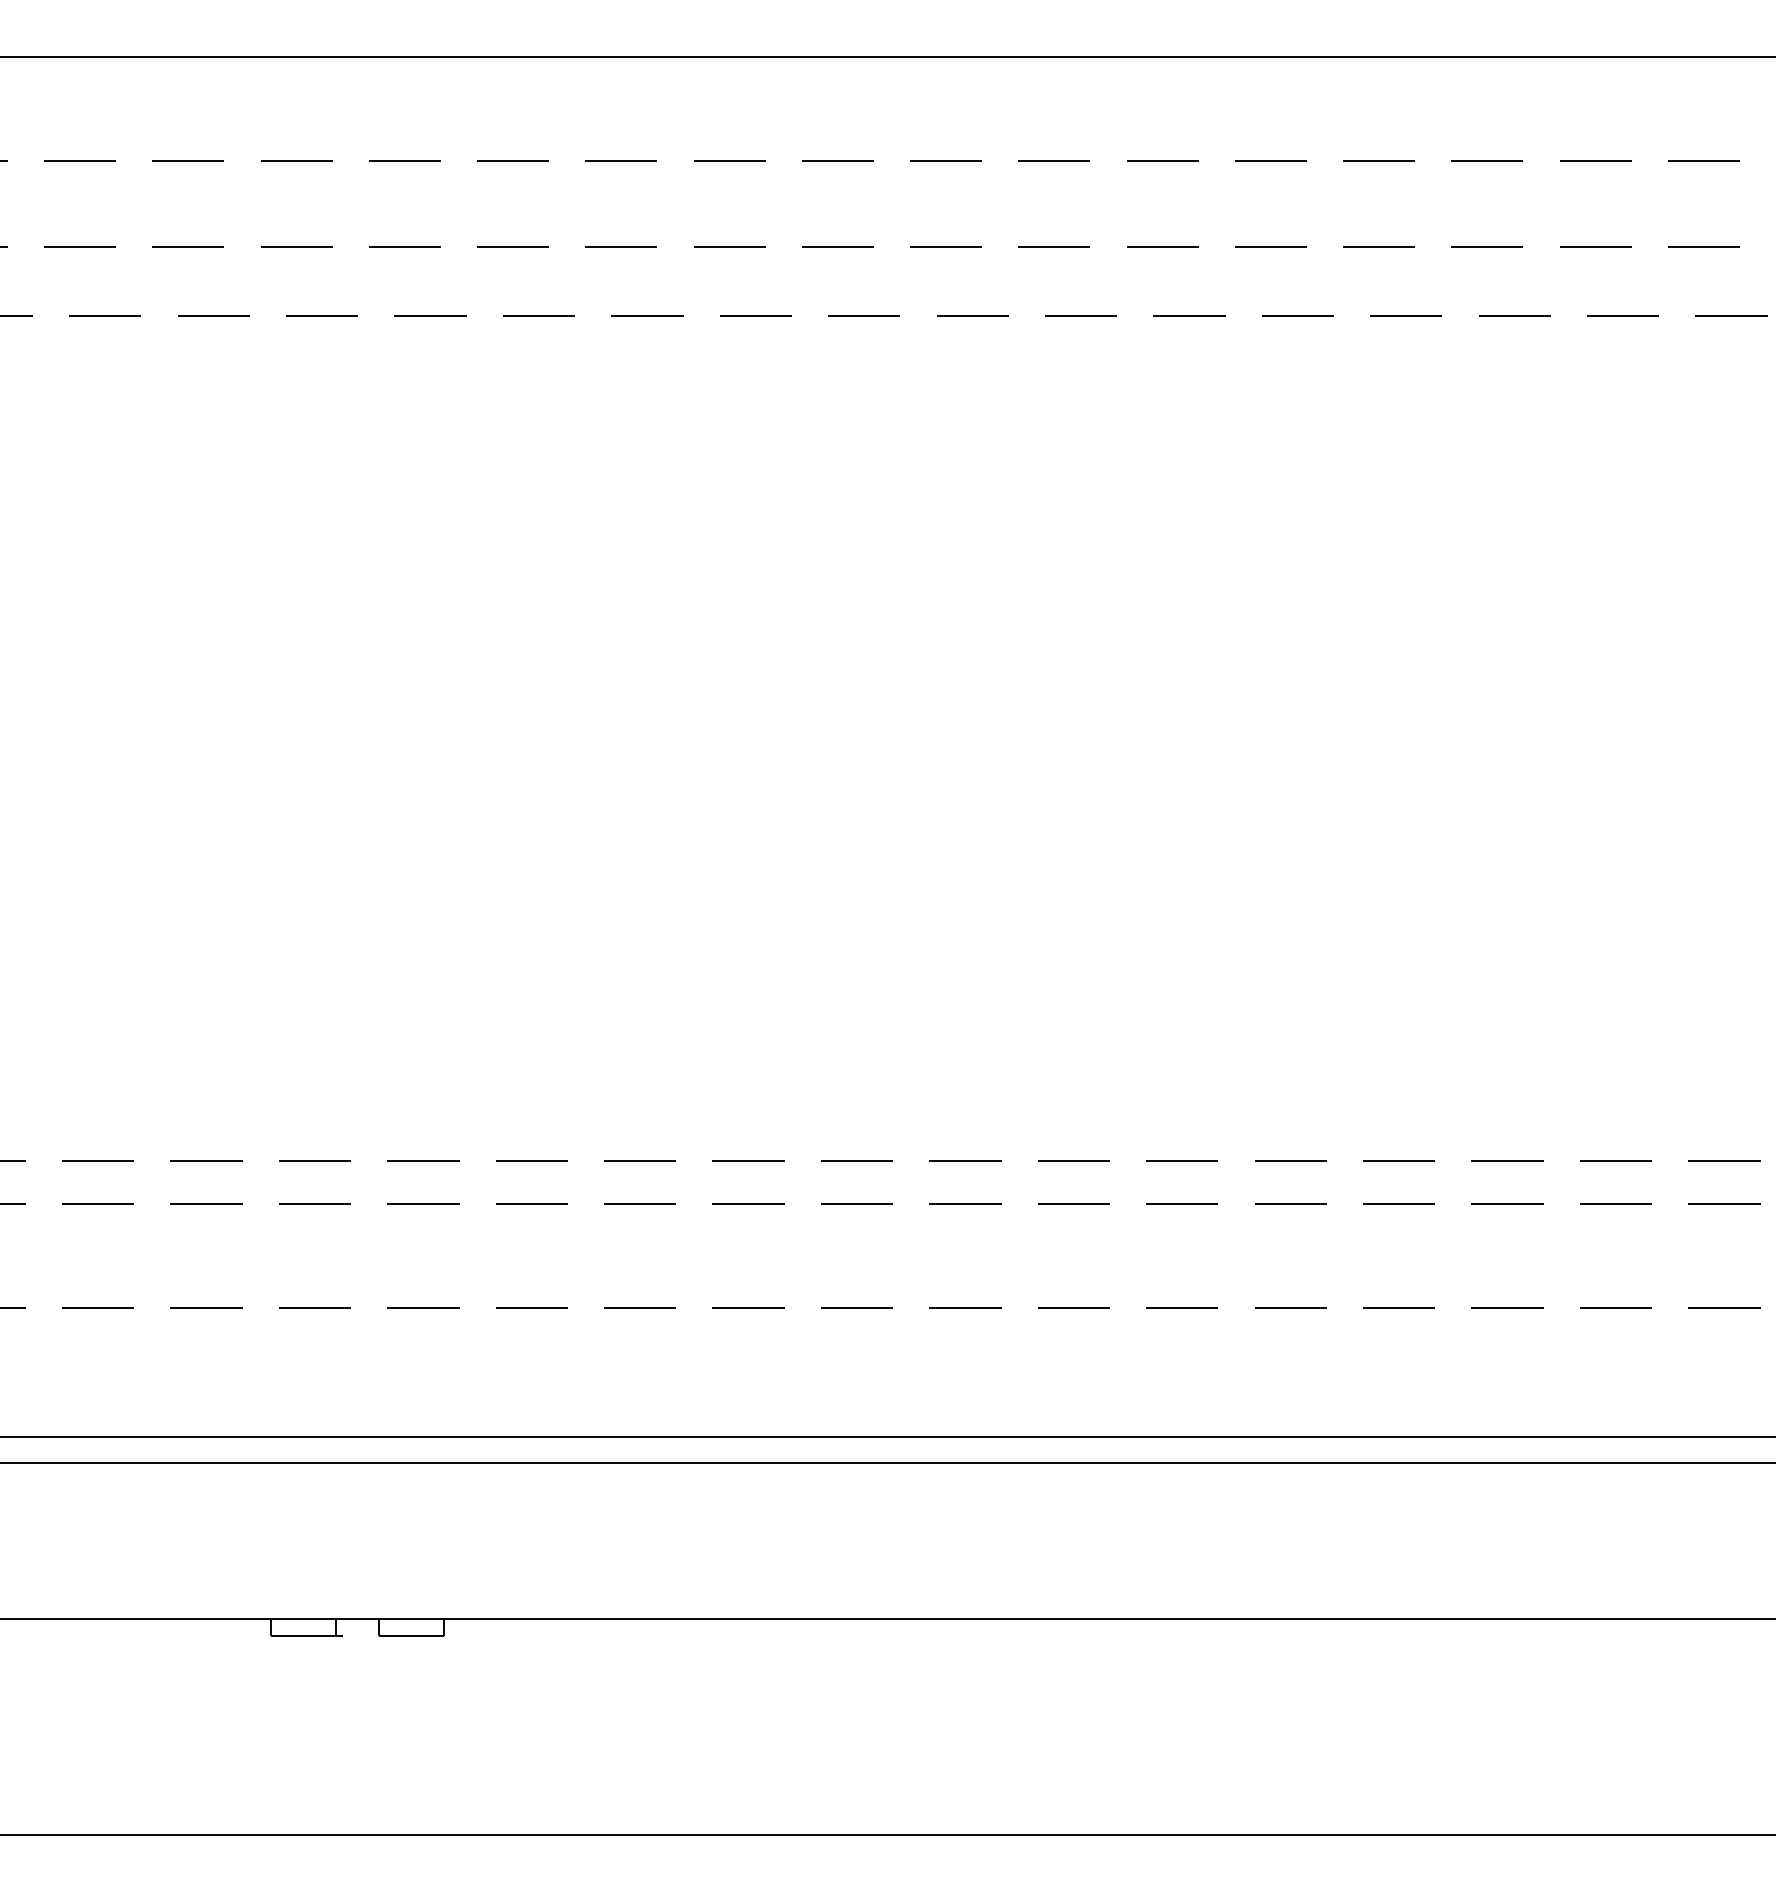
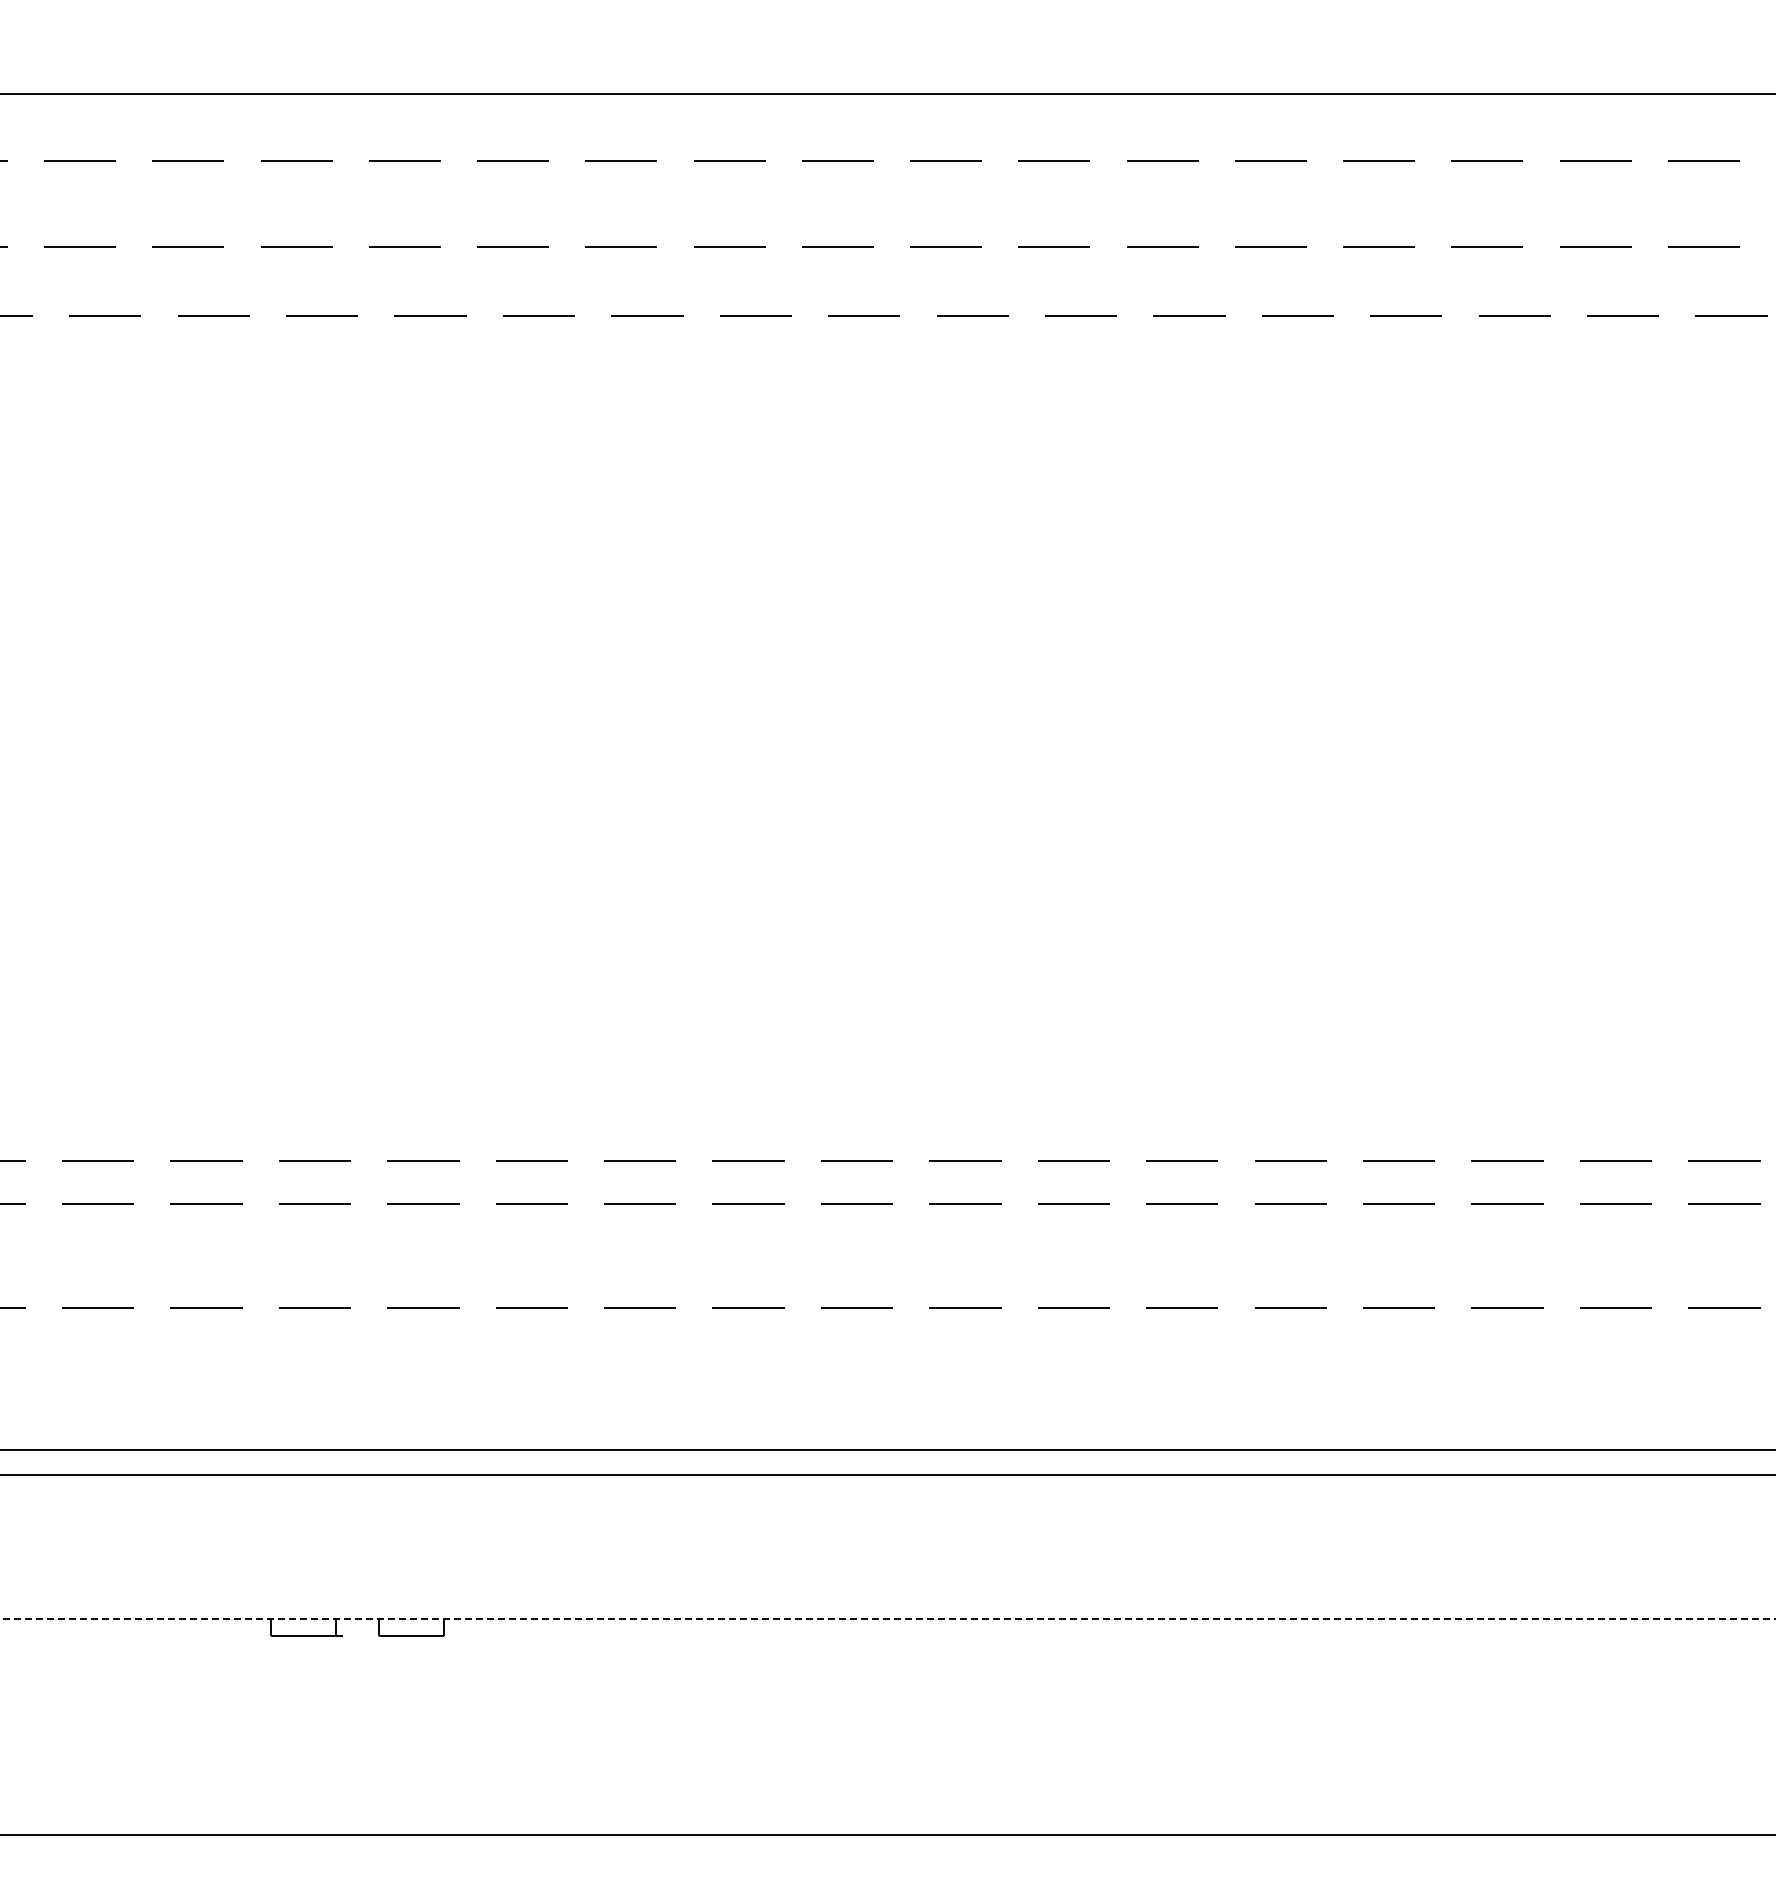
line at (887, 56) position: (887, 56) -> (887, 93)
line at (887, 1437) position: (887, 1437) -> (887, 1450)
line at (887, 1463) position: (887, 1463) -> (887, 1475)
line at (887, 1619): solid -> dashed
